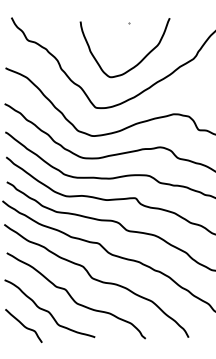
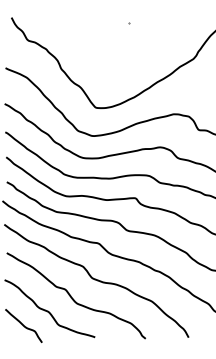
curve at (134, 65): present -> none
